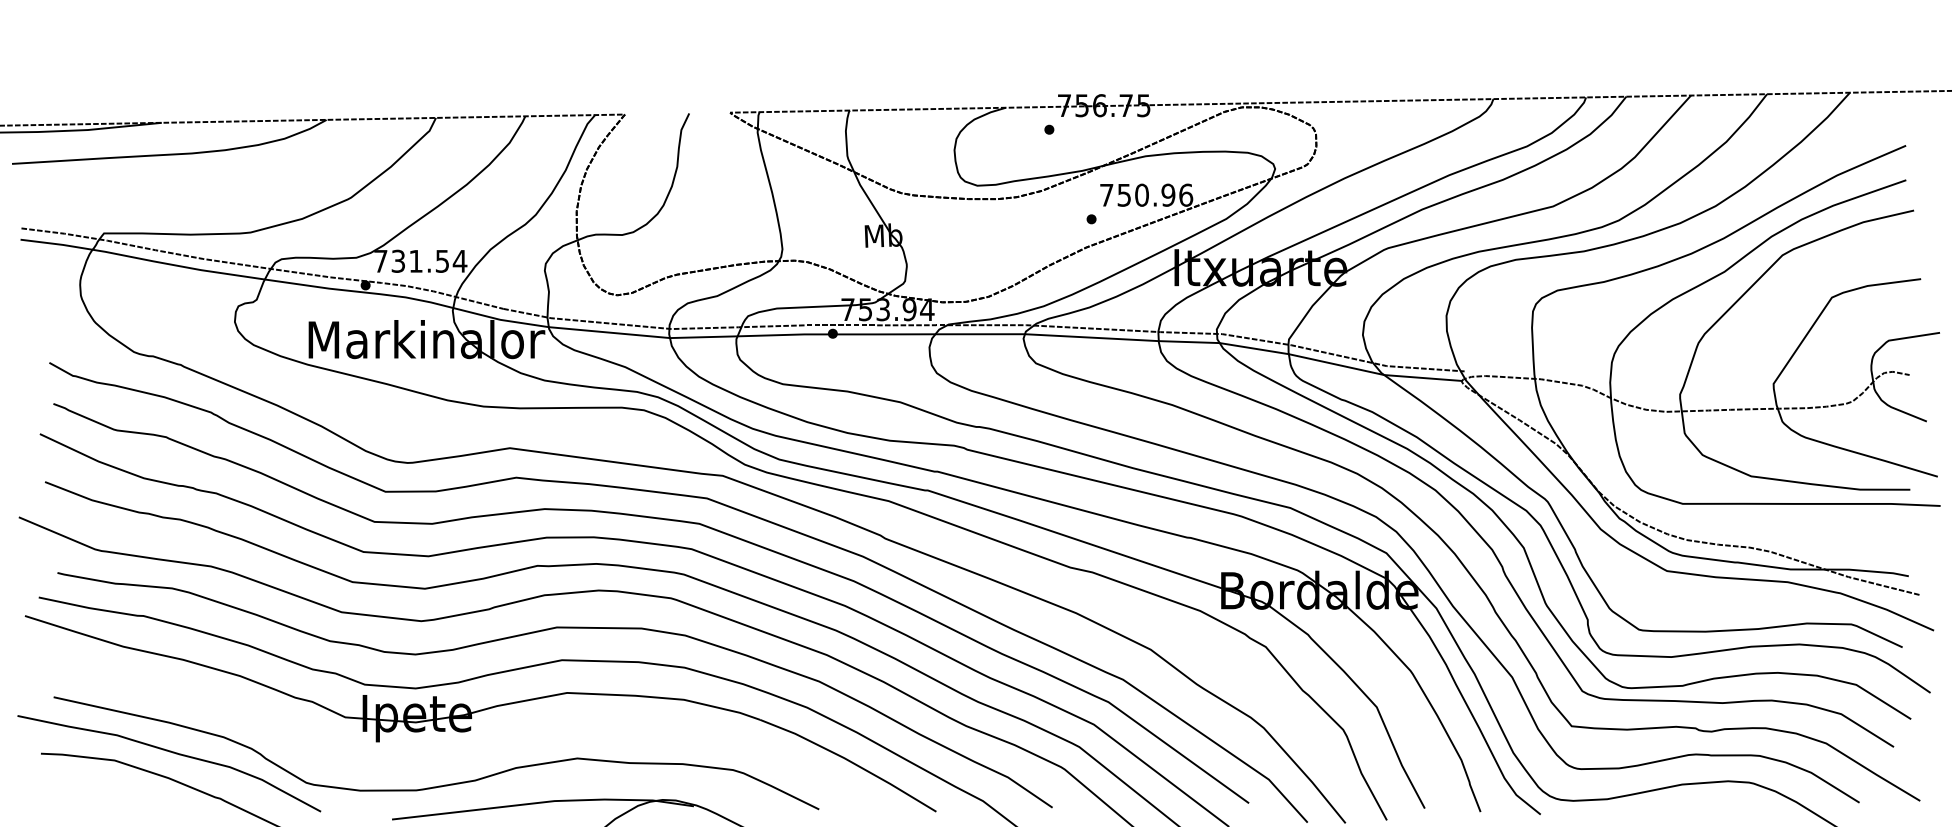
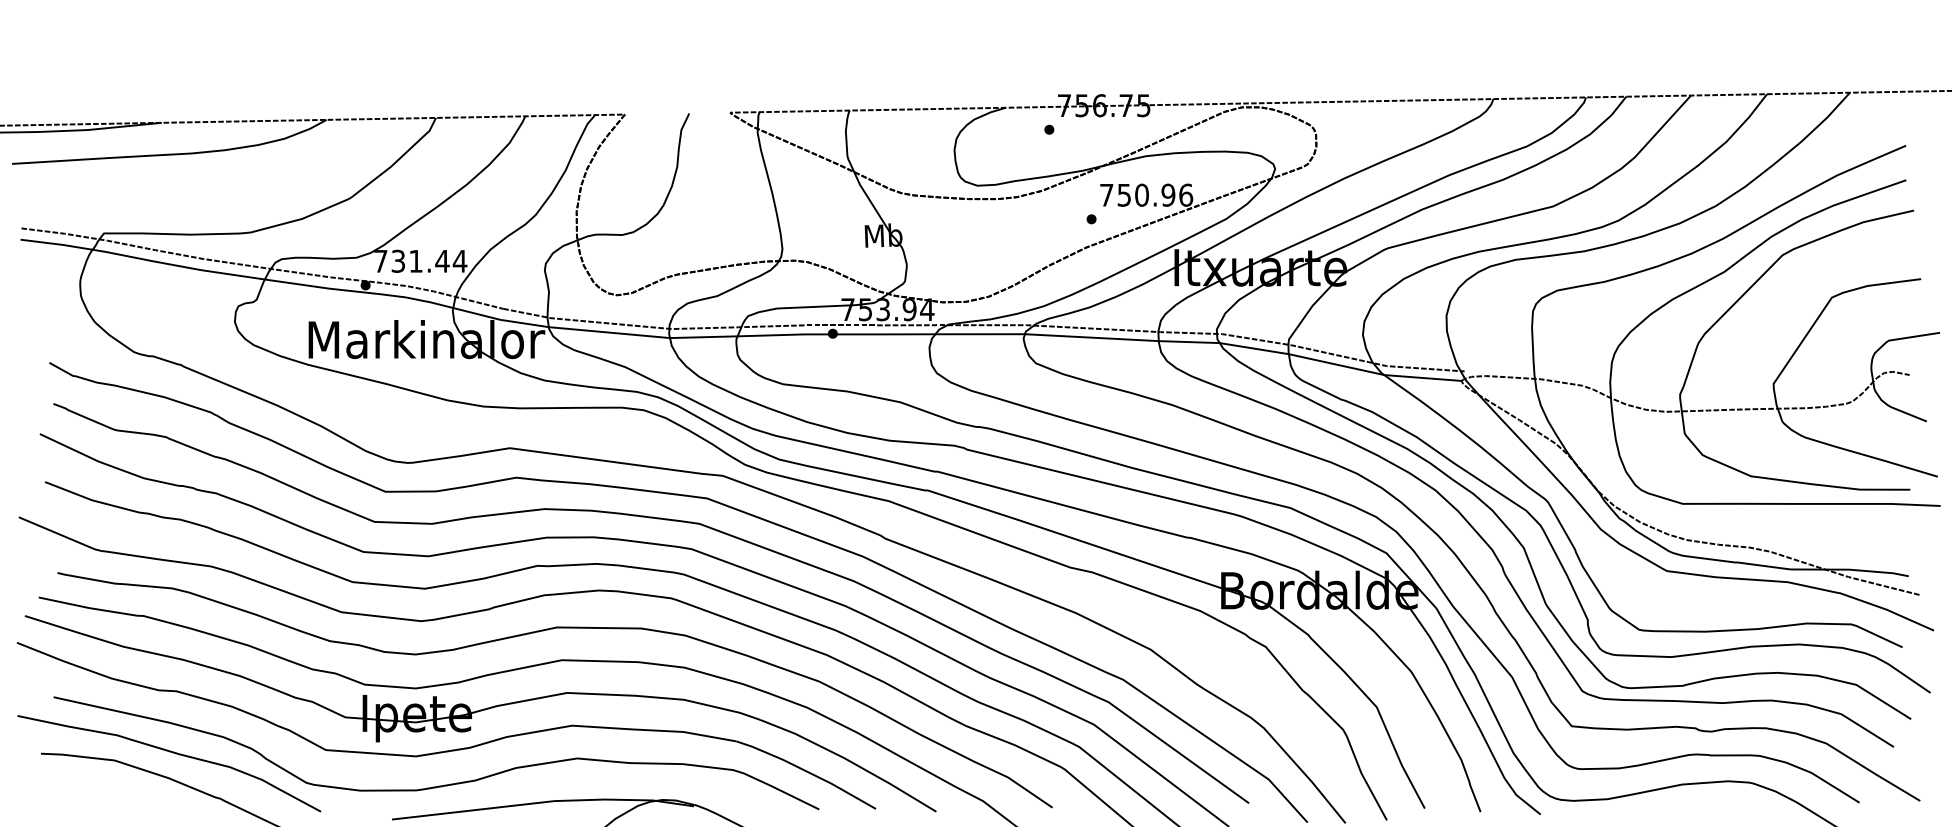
text at (442, 261): 731.54 -> 731.44
part at (451, 749): none -> present
